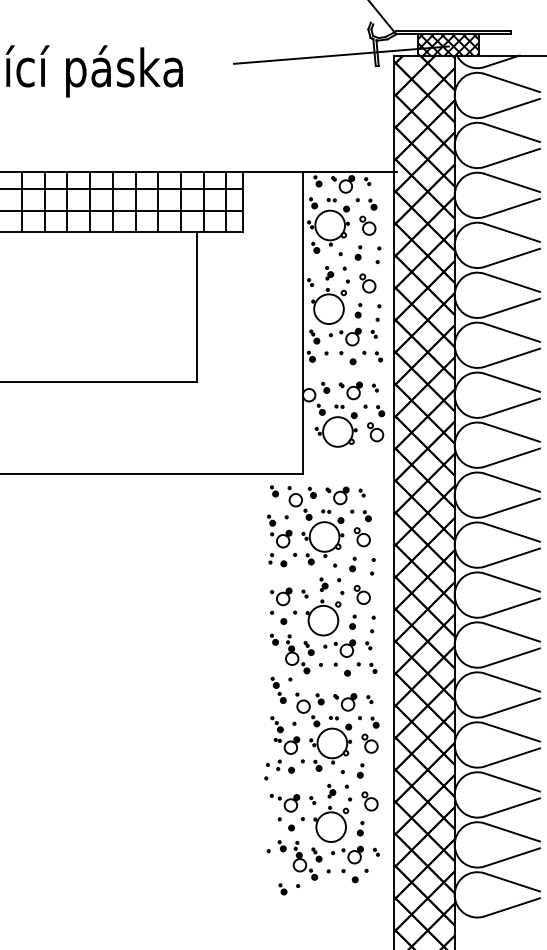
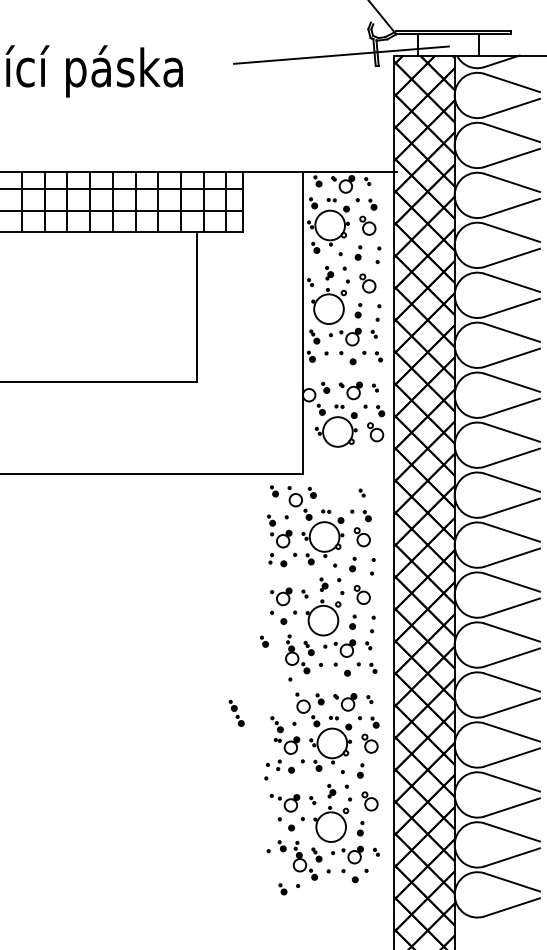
hatch at (448, 44): present -> none
part at (337, 495): present -> none
part at (274, 639) position: (274, 639) -> (264, 641)
part at (278, 689) position: (278, 689) -> (236, 712)
